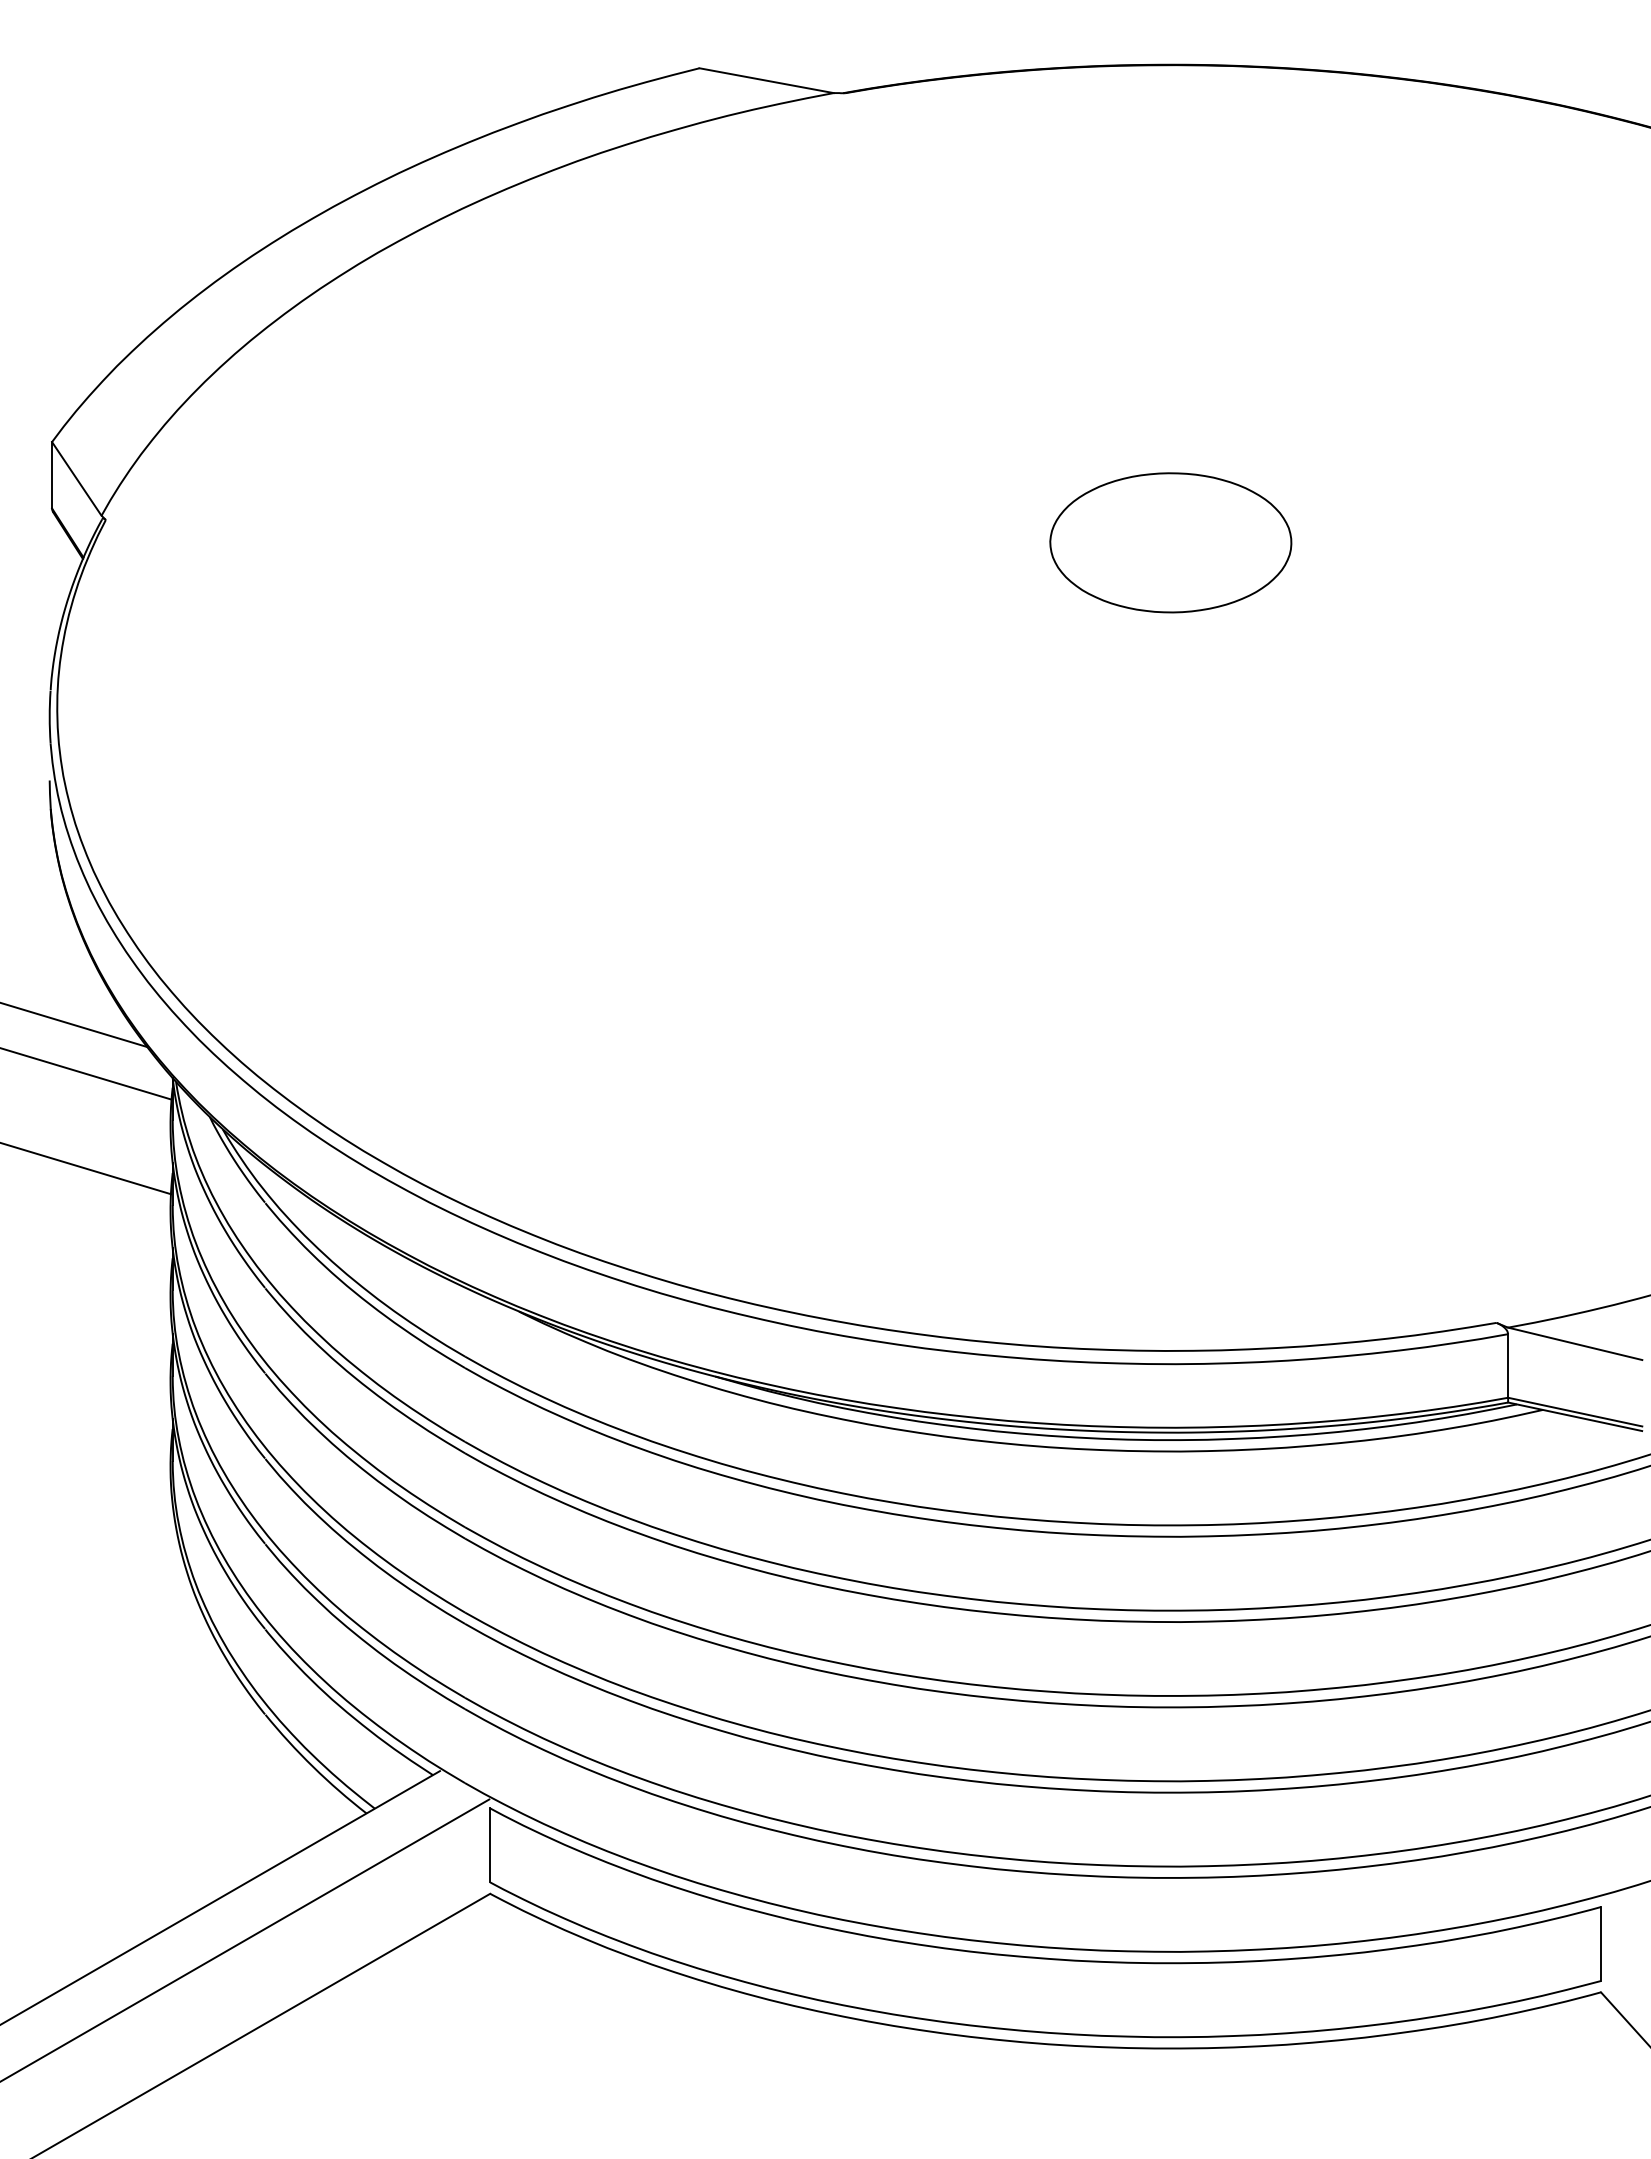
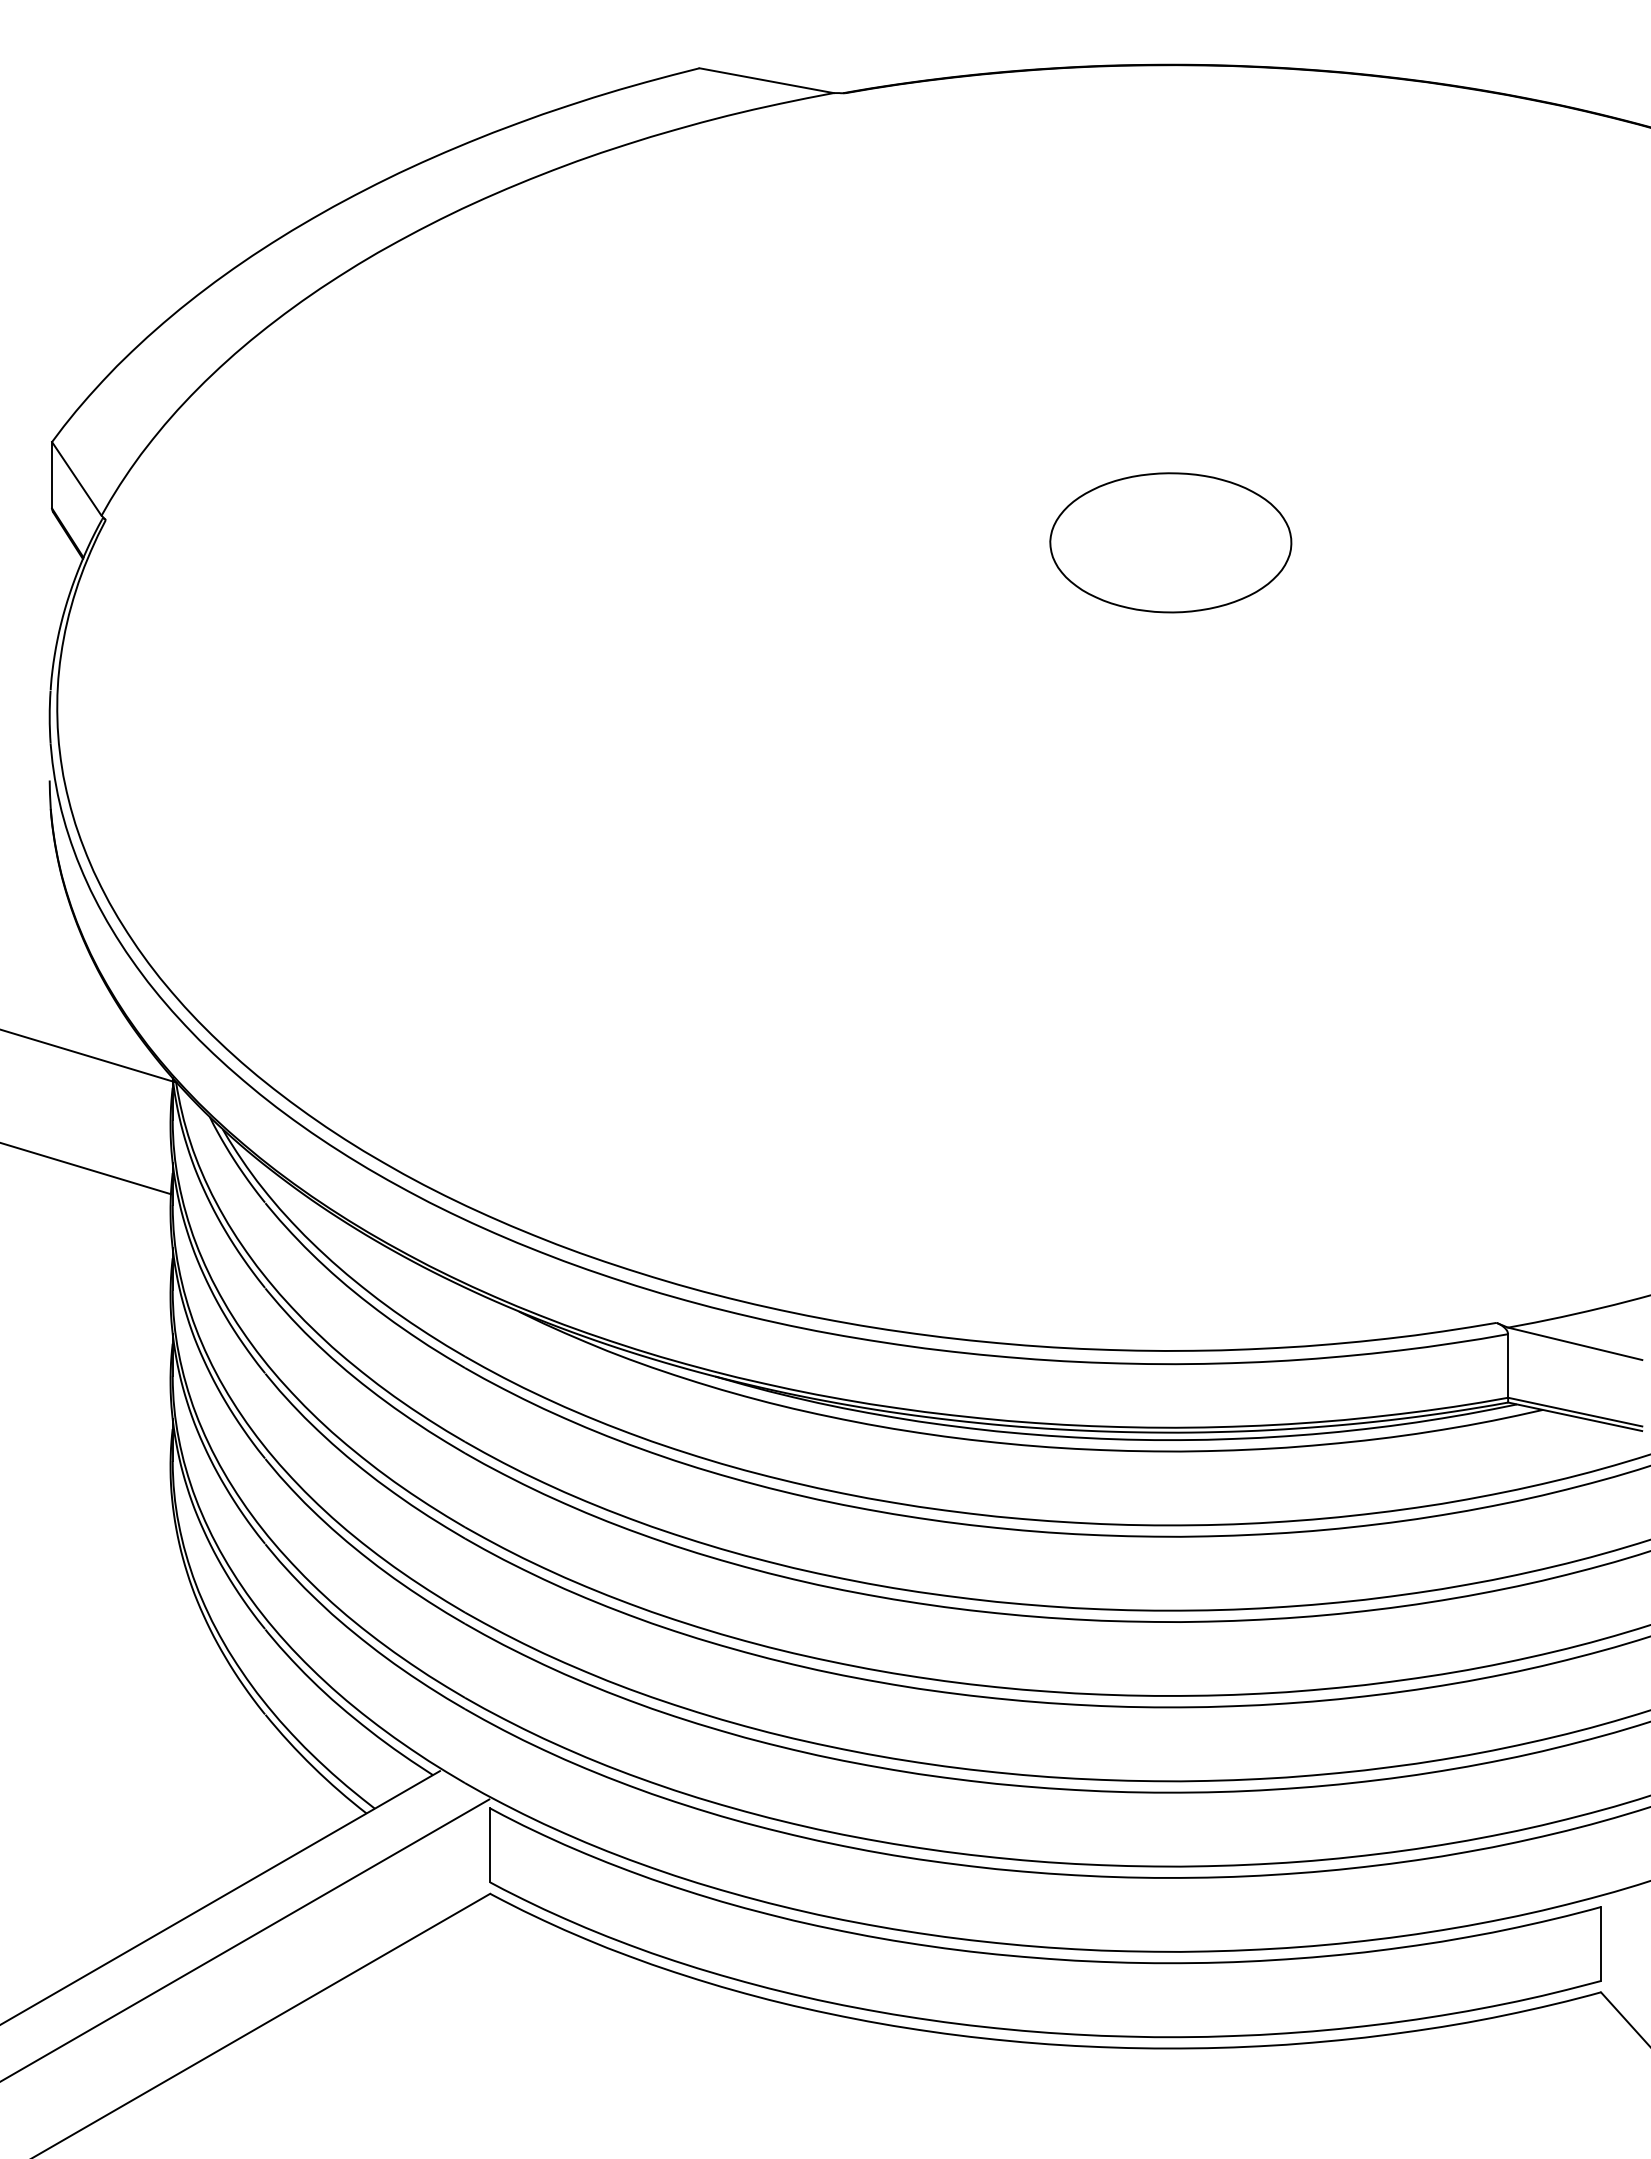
line at (74, 1025): present -> none
line at (86, 1073) position: (86, 1073) -> (89, 1056)
